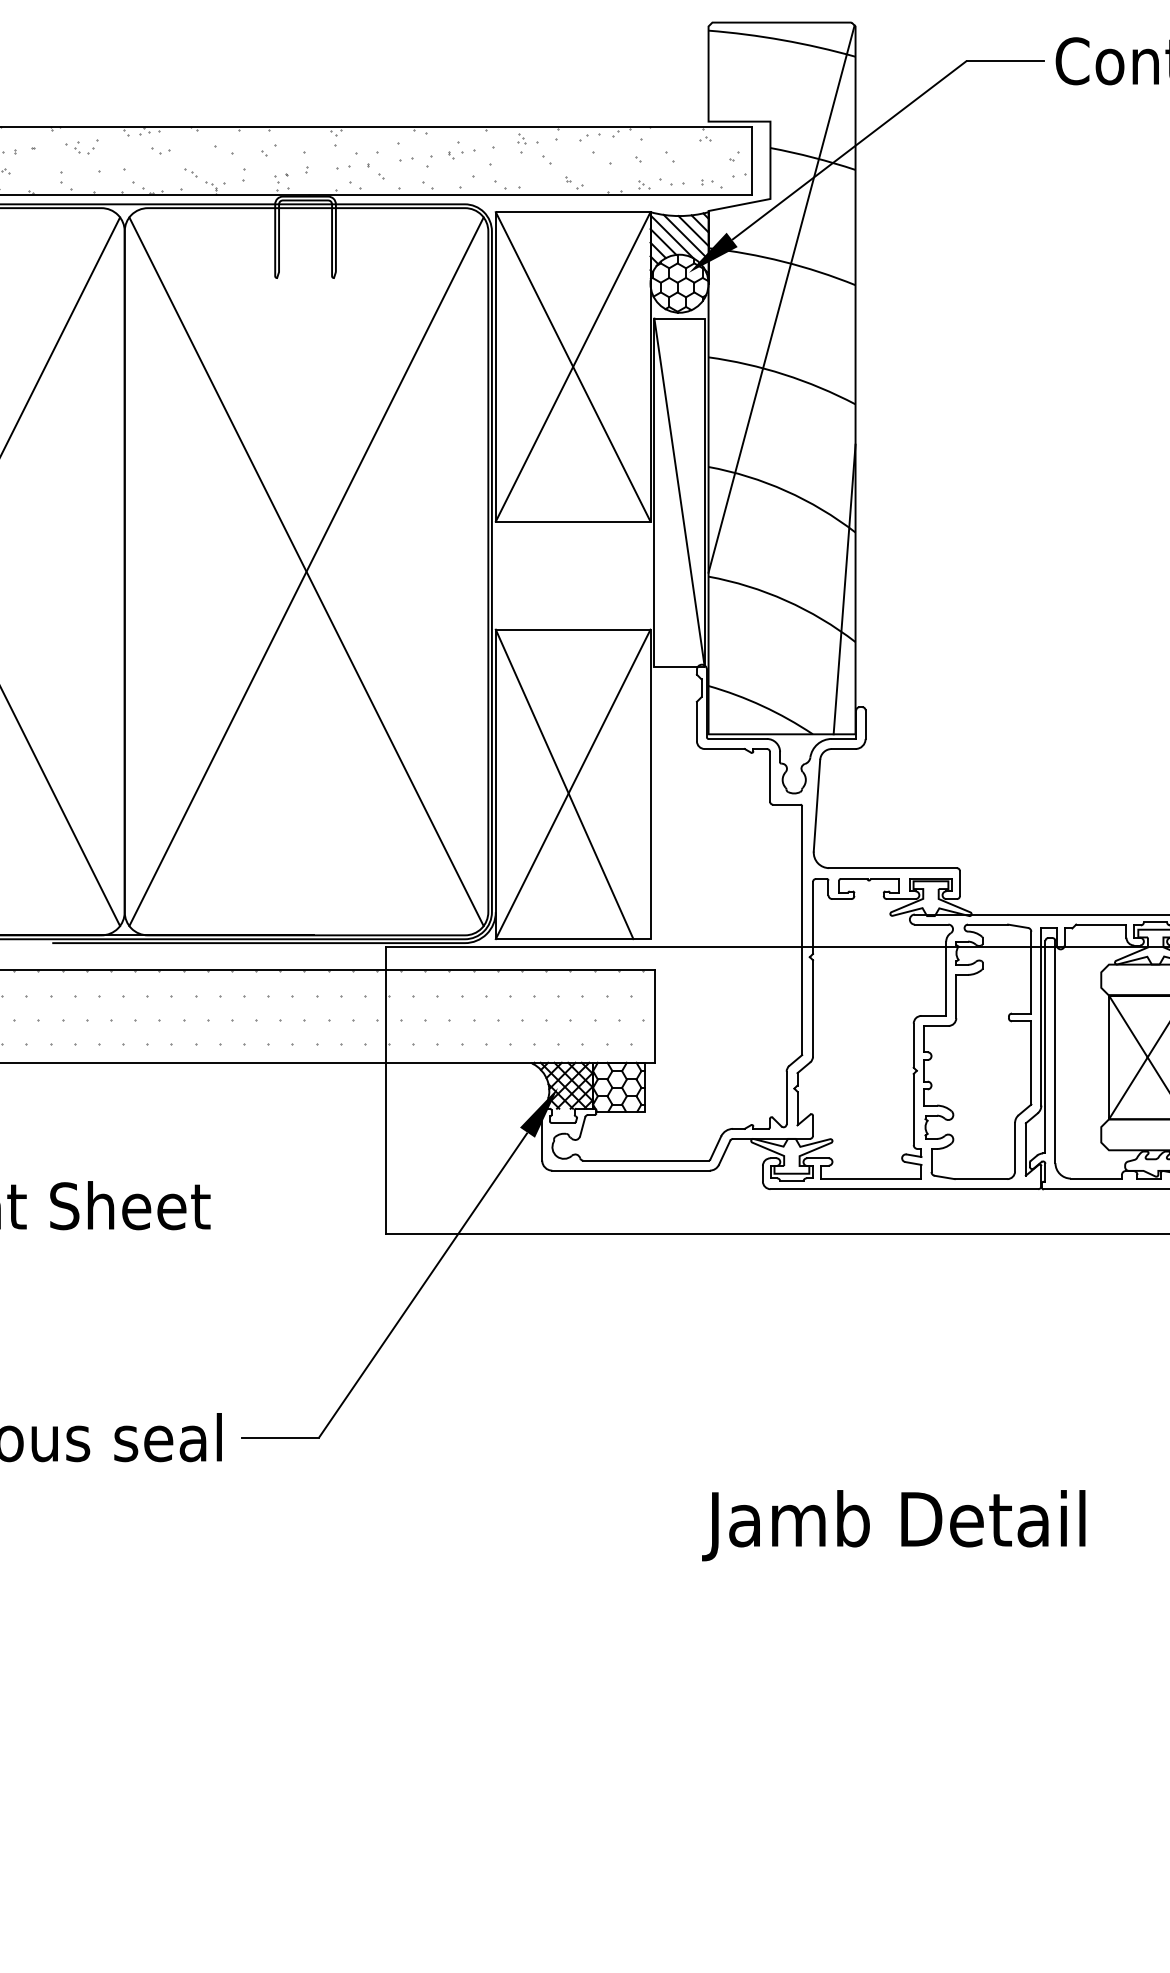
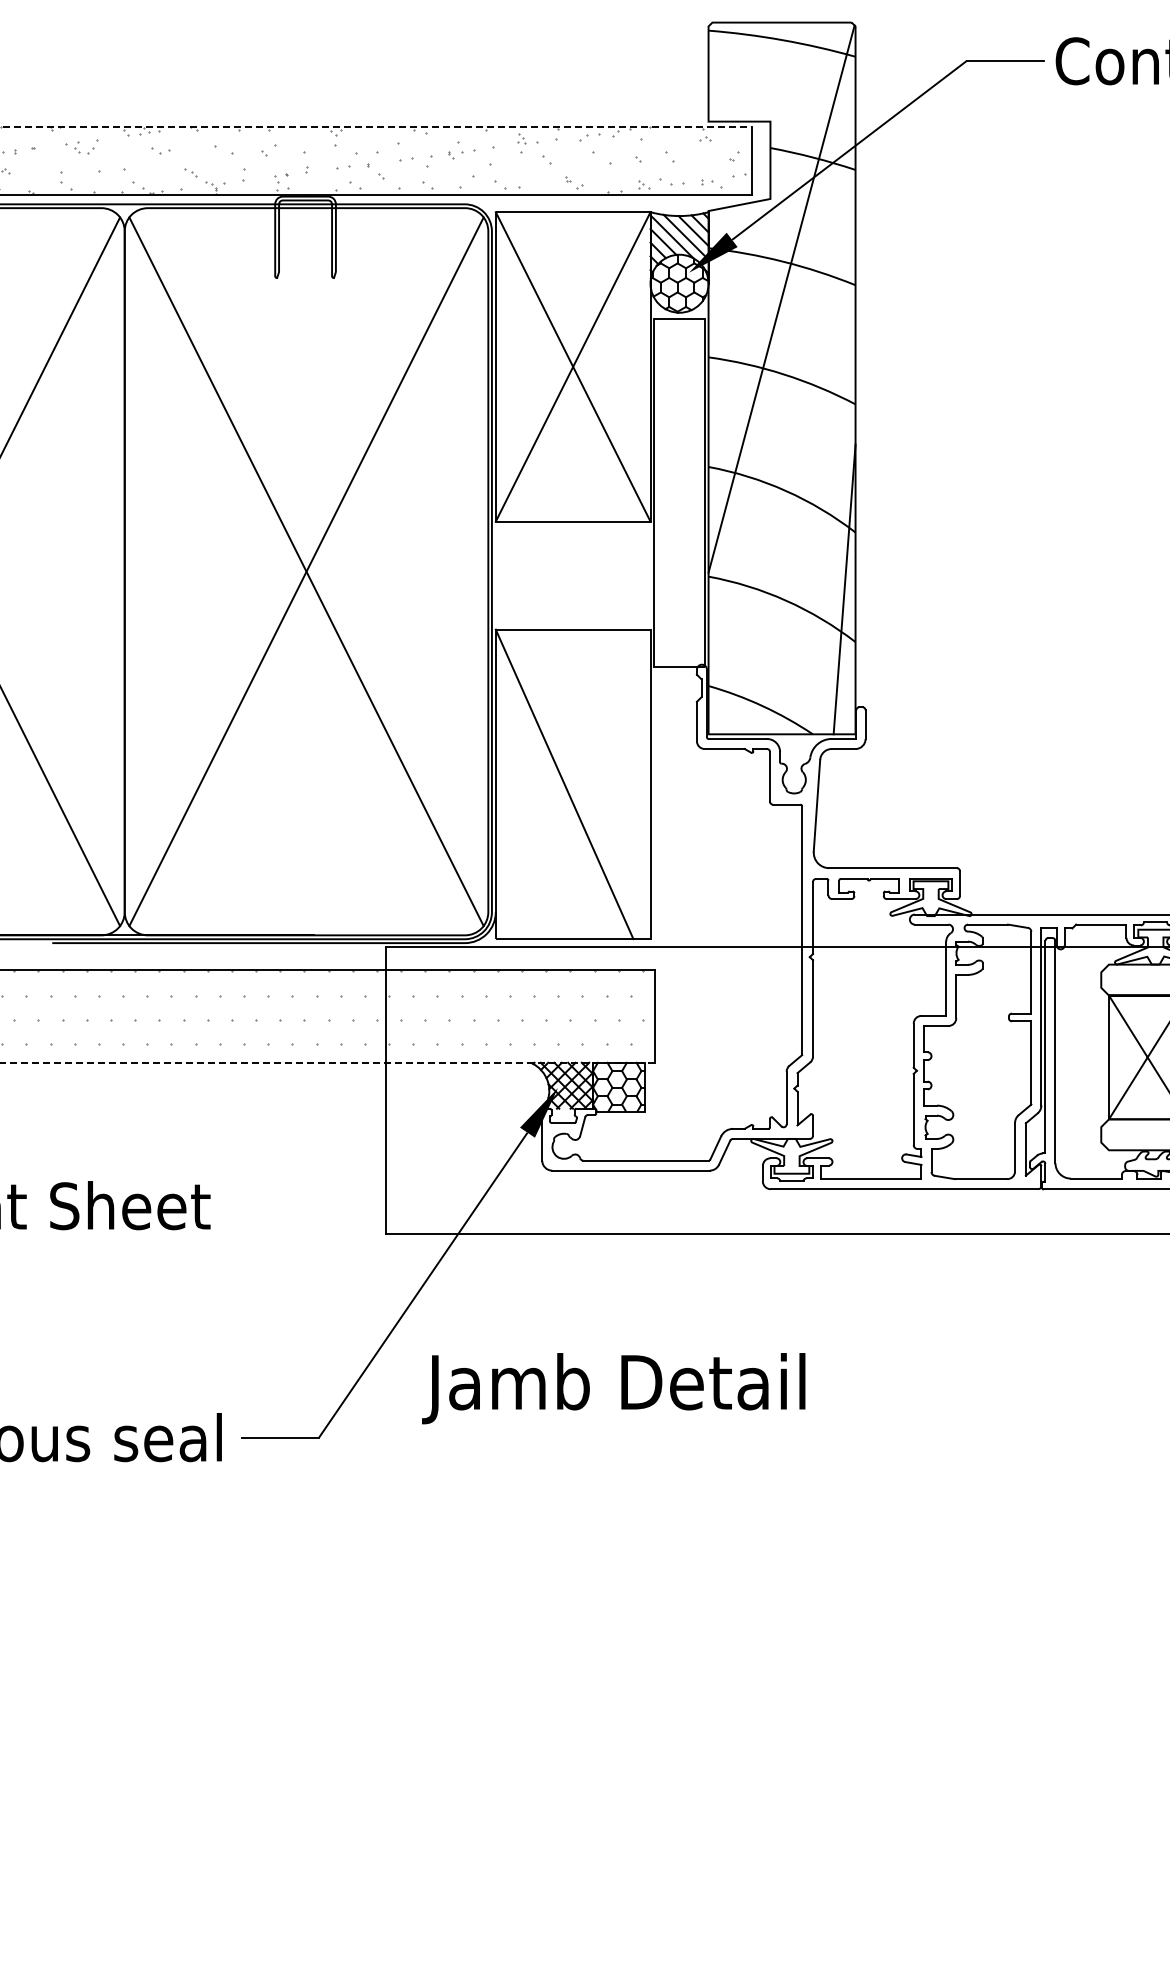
line at (376, 126): solid -> dashed
line at (679, 492): present -> none
line at (572, 784): present -> none
line at (327, 1062): solid -> dashed
text at (893, 1525) position: (893, 1525) -> (613, 1388)
